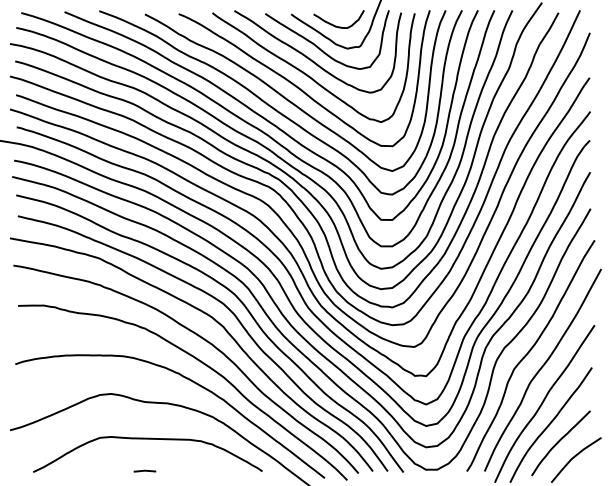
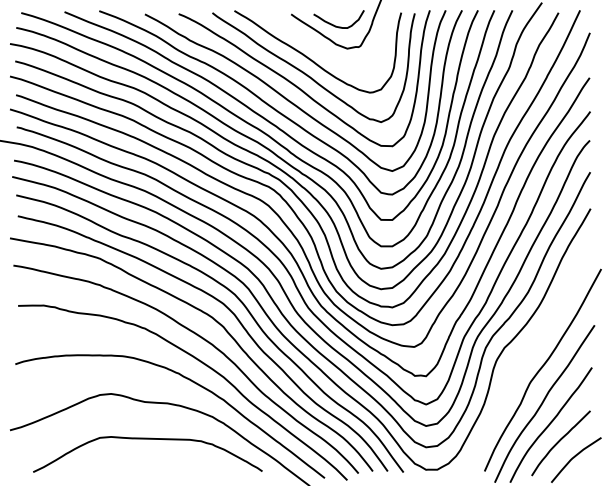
curve at (319, 47): present -> none
curve at (528, 354): present -> none
line at (144, 470): present -> none
